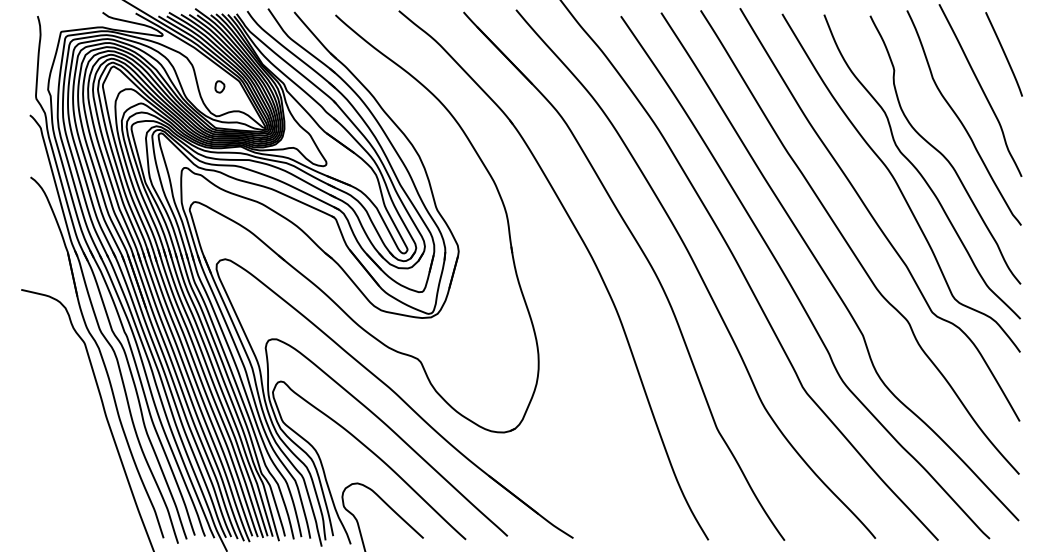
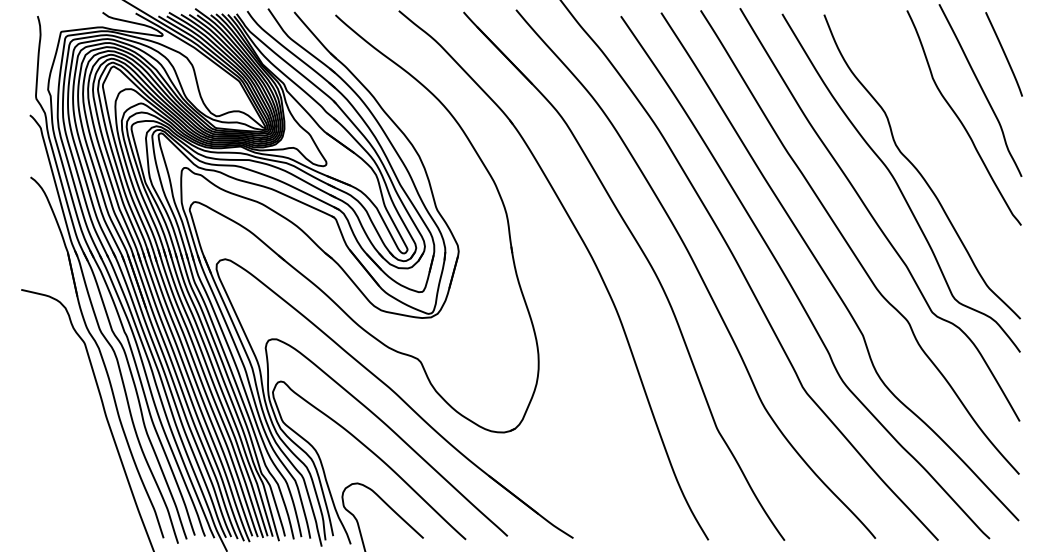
part at (219, 86): present -> none
curve at (941, 152): present -> none
